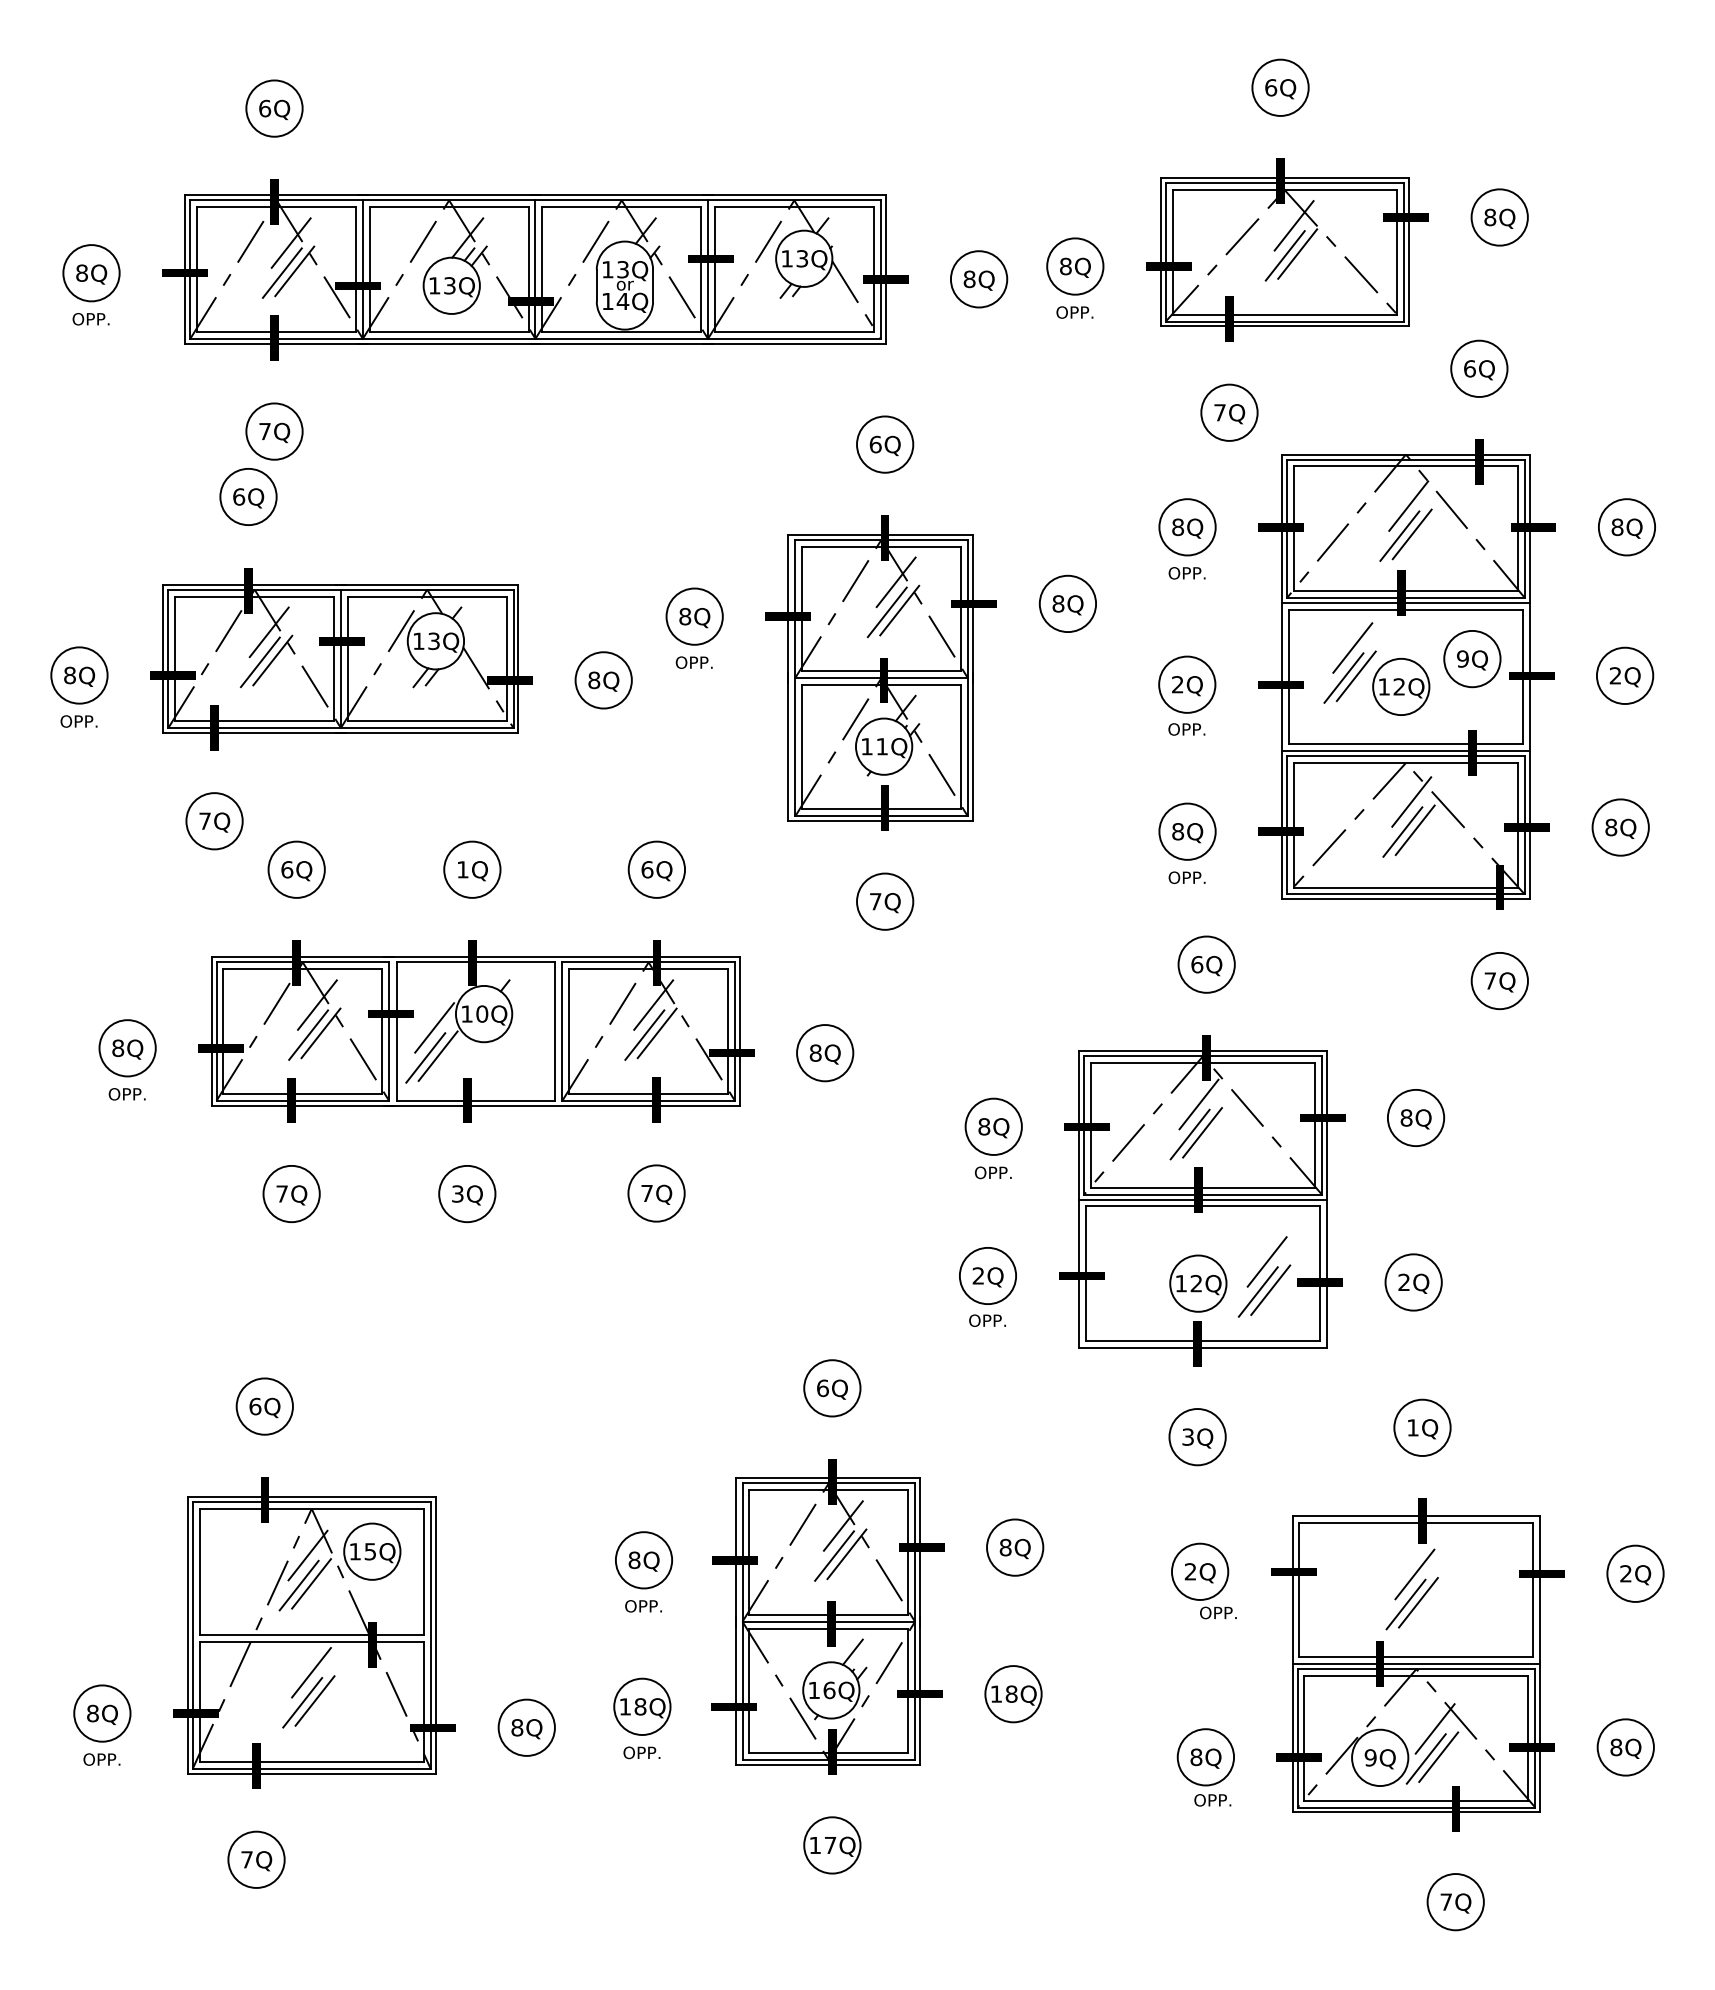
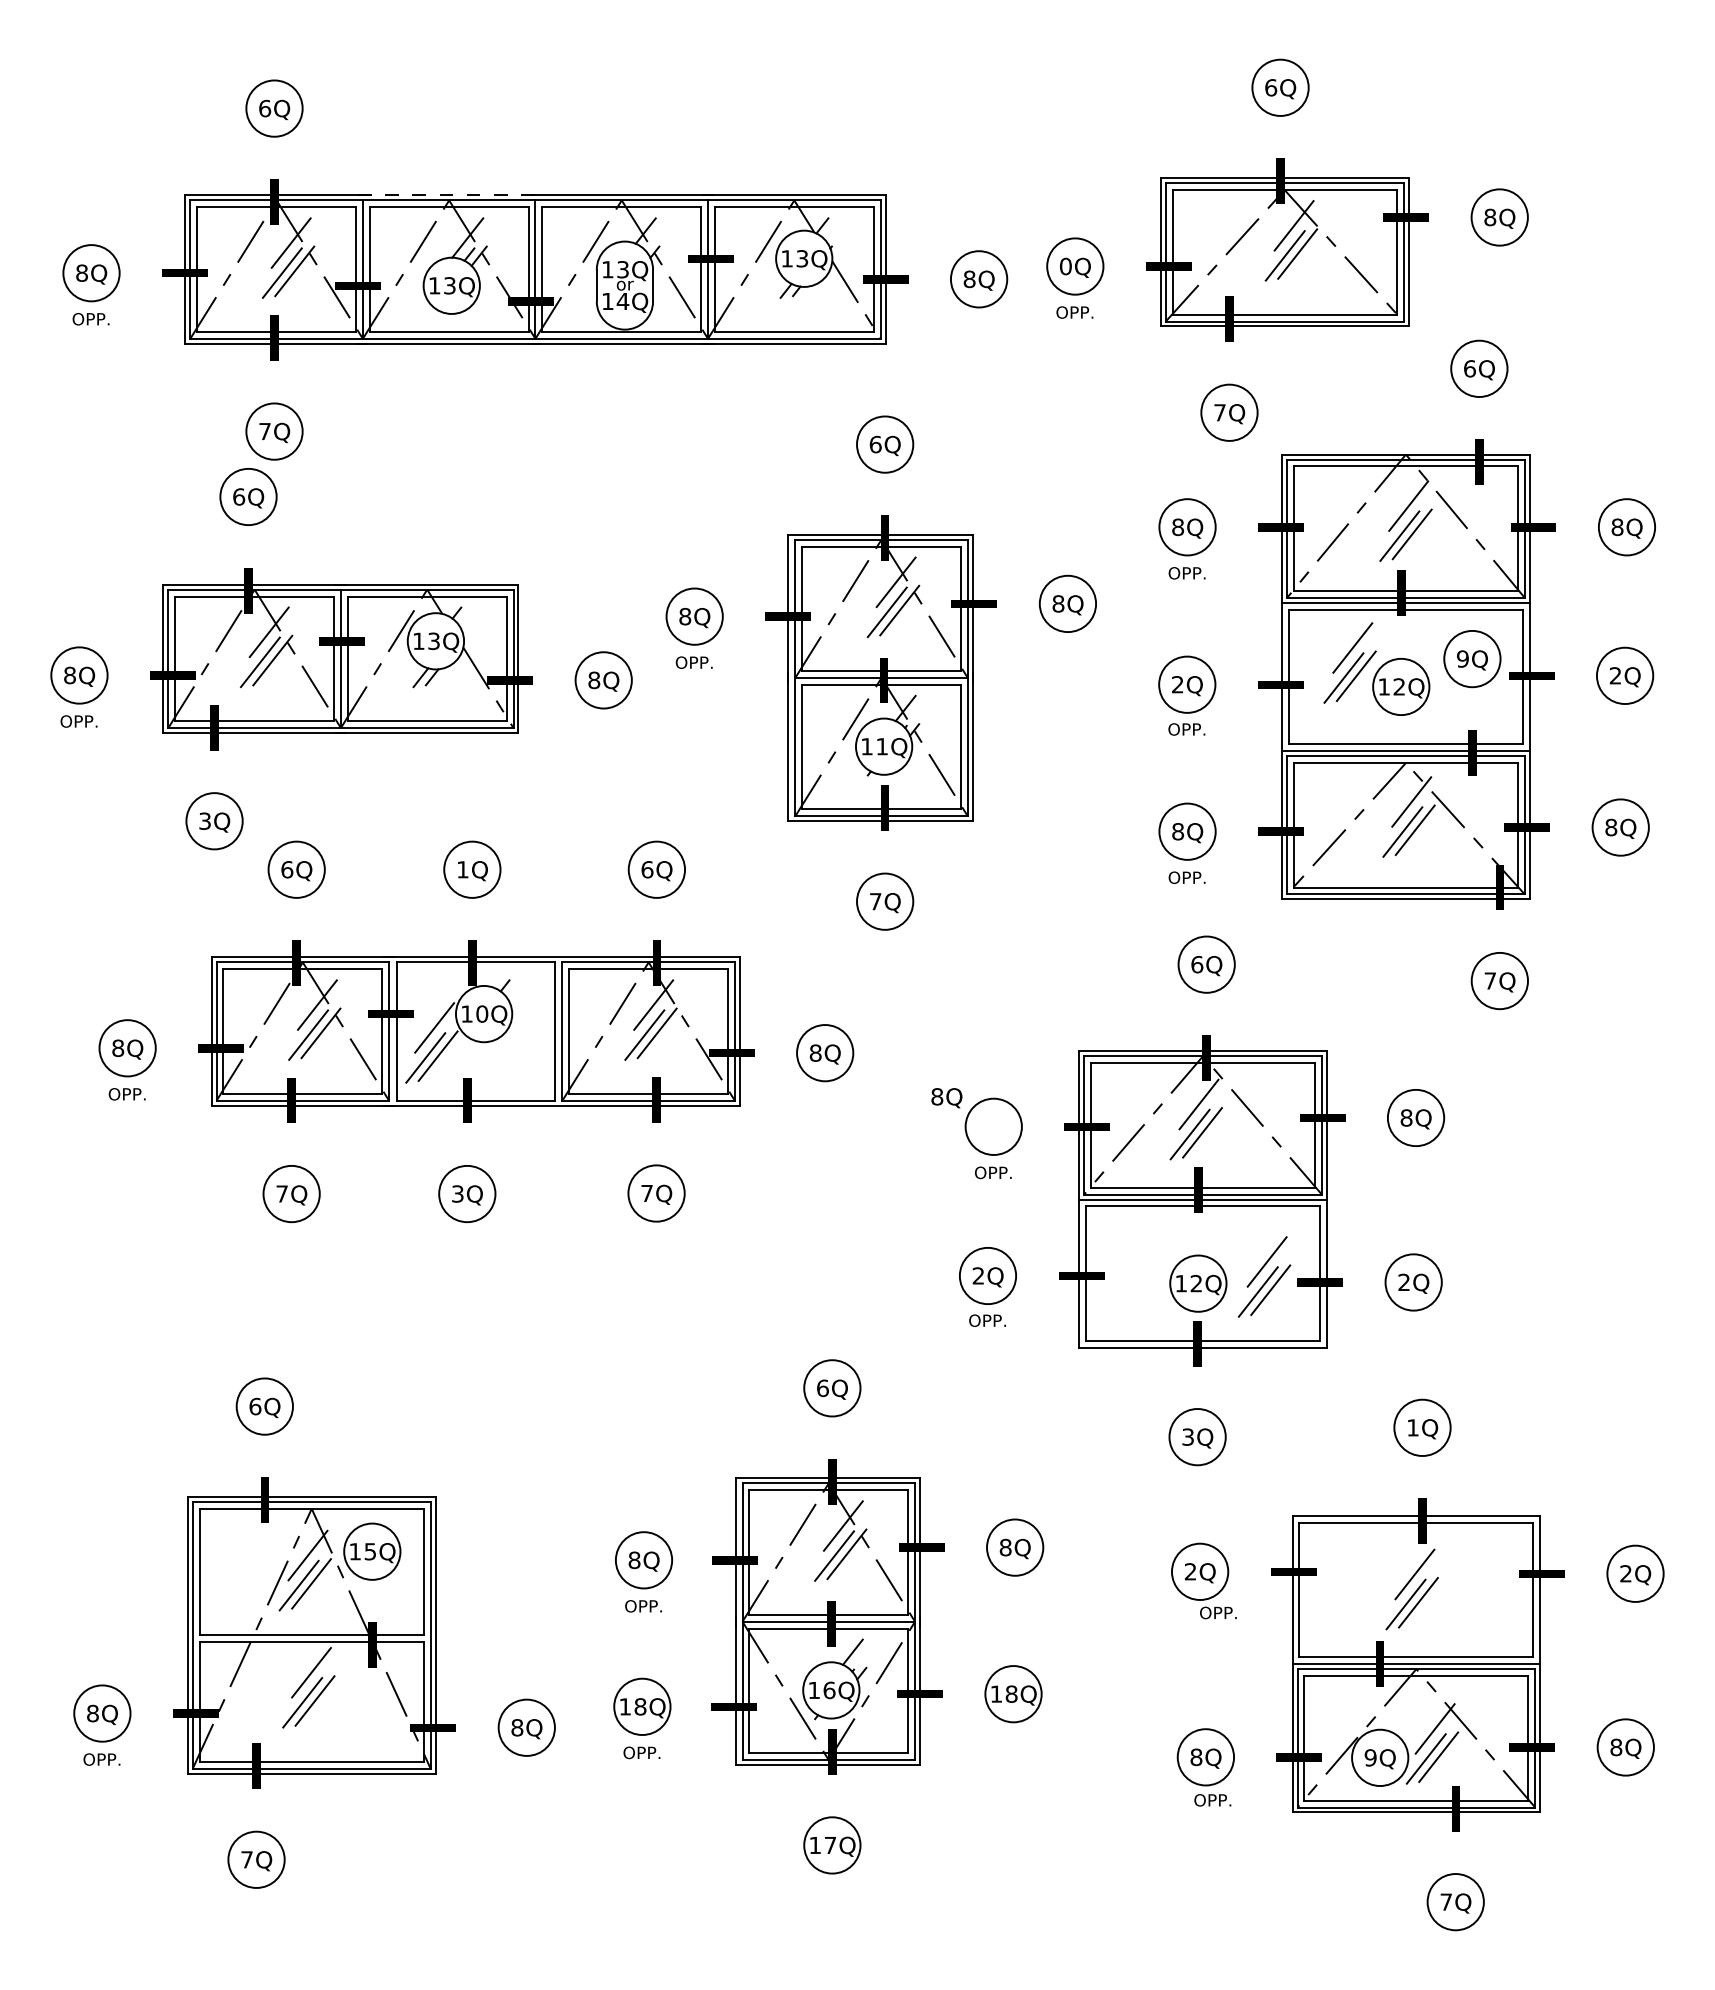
line at (449, 195): solid -> dashed
text at (1065, 266): 8Q -> 0Q
text at (204, 820): 7Q -> 3Q
text at (993, 1128) position: (993, 1128) -> (946, 1098)
